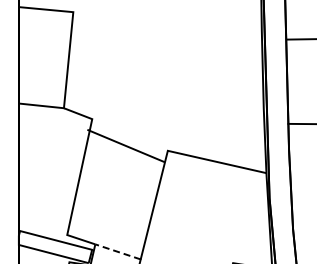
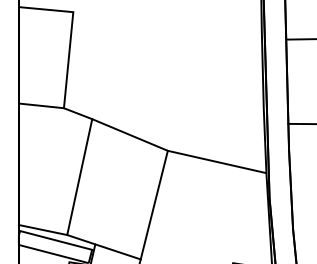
line at (125, 145) position: (125, 145) -> (129, 134)
line at (42, 230): none -> present
line at (118, 251): dashed -> solid
